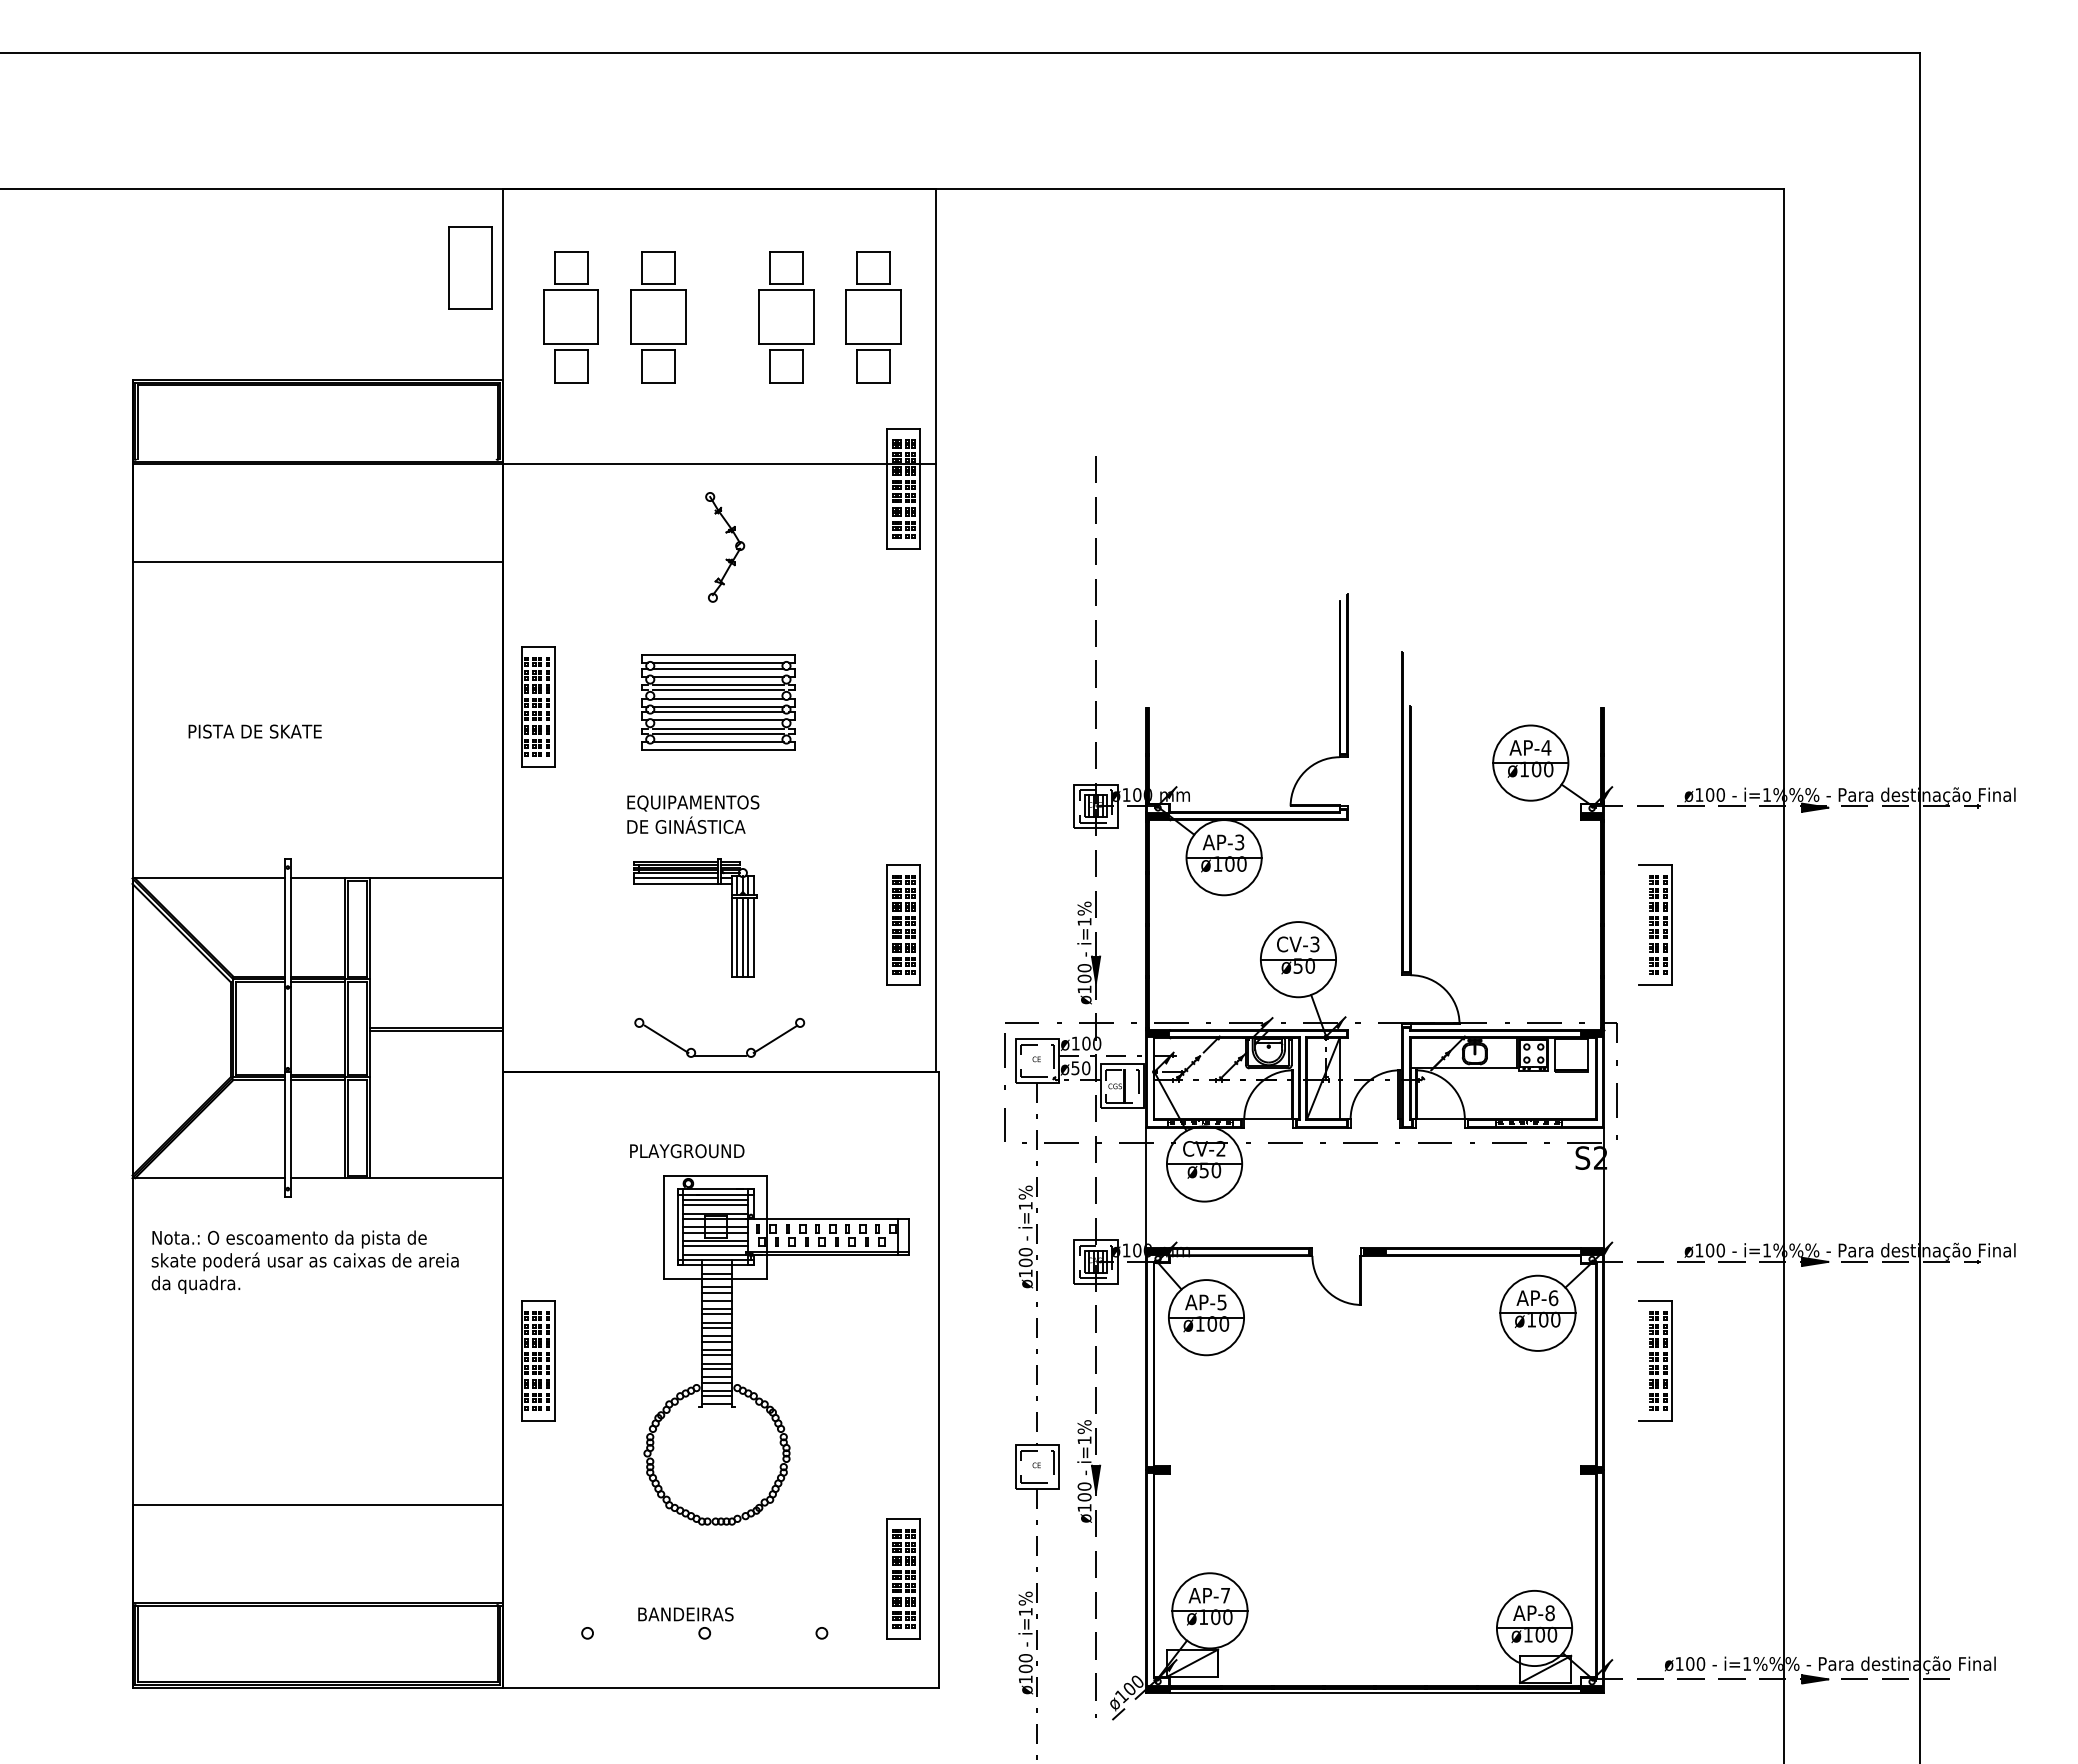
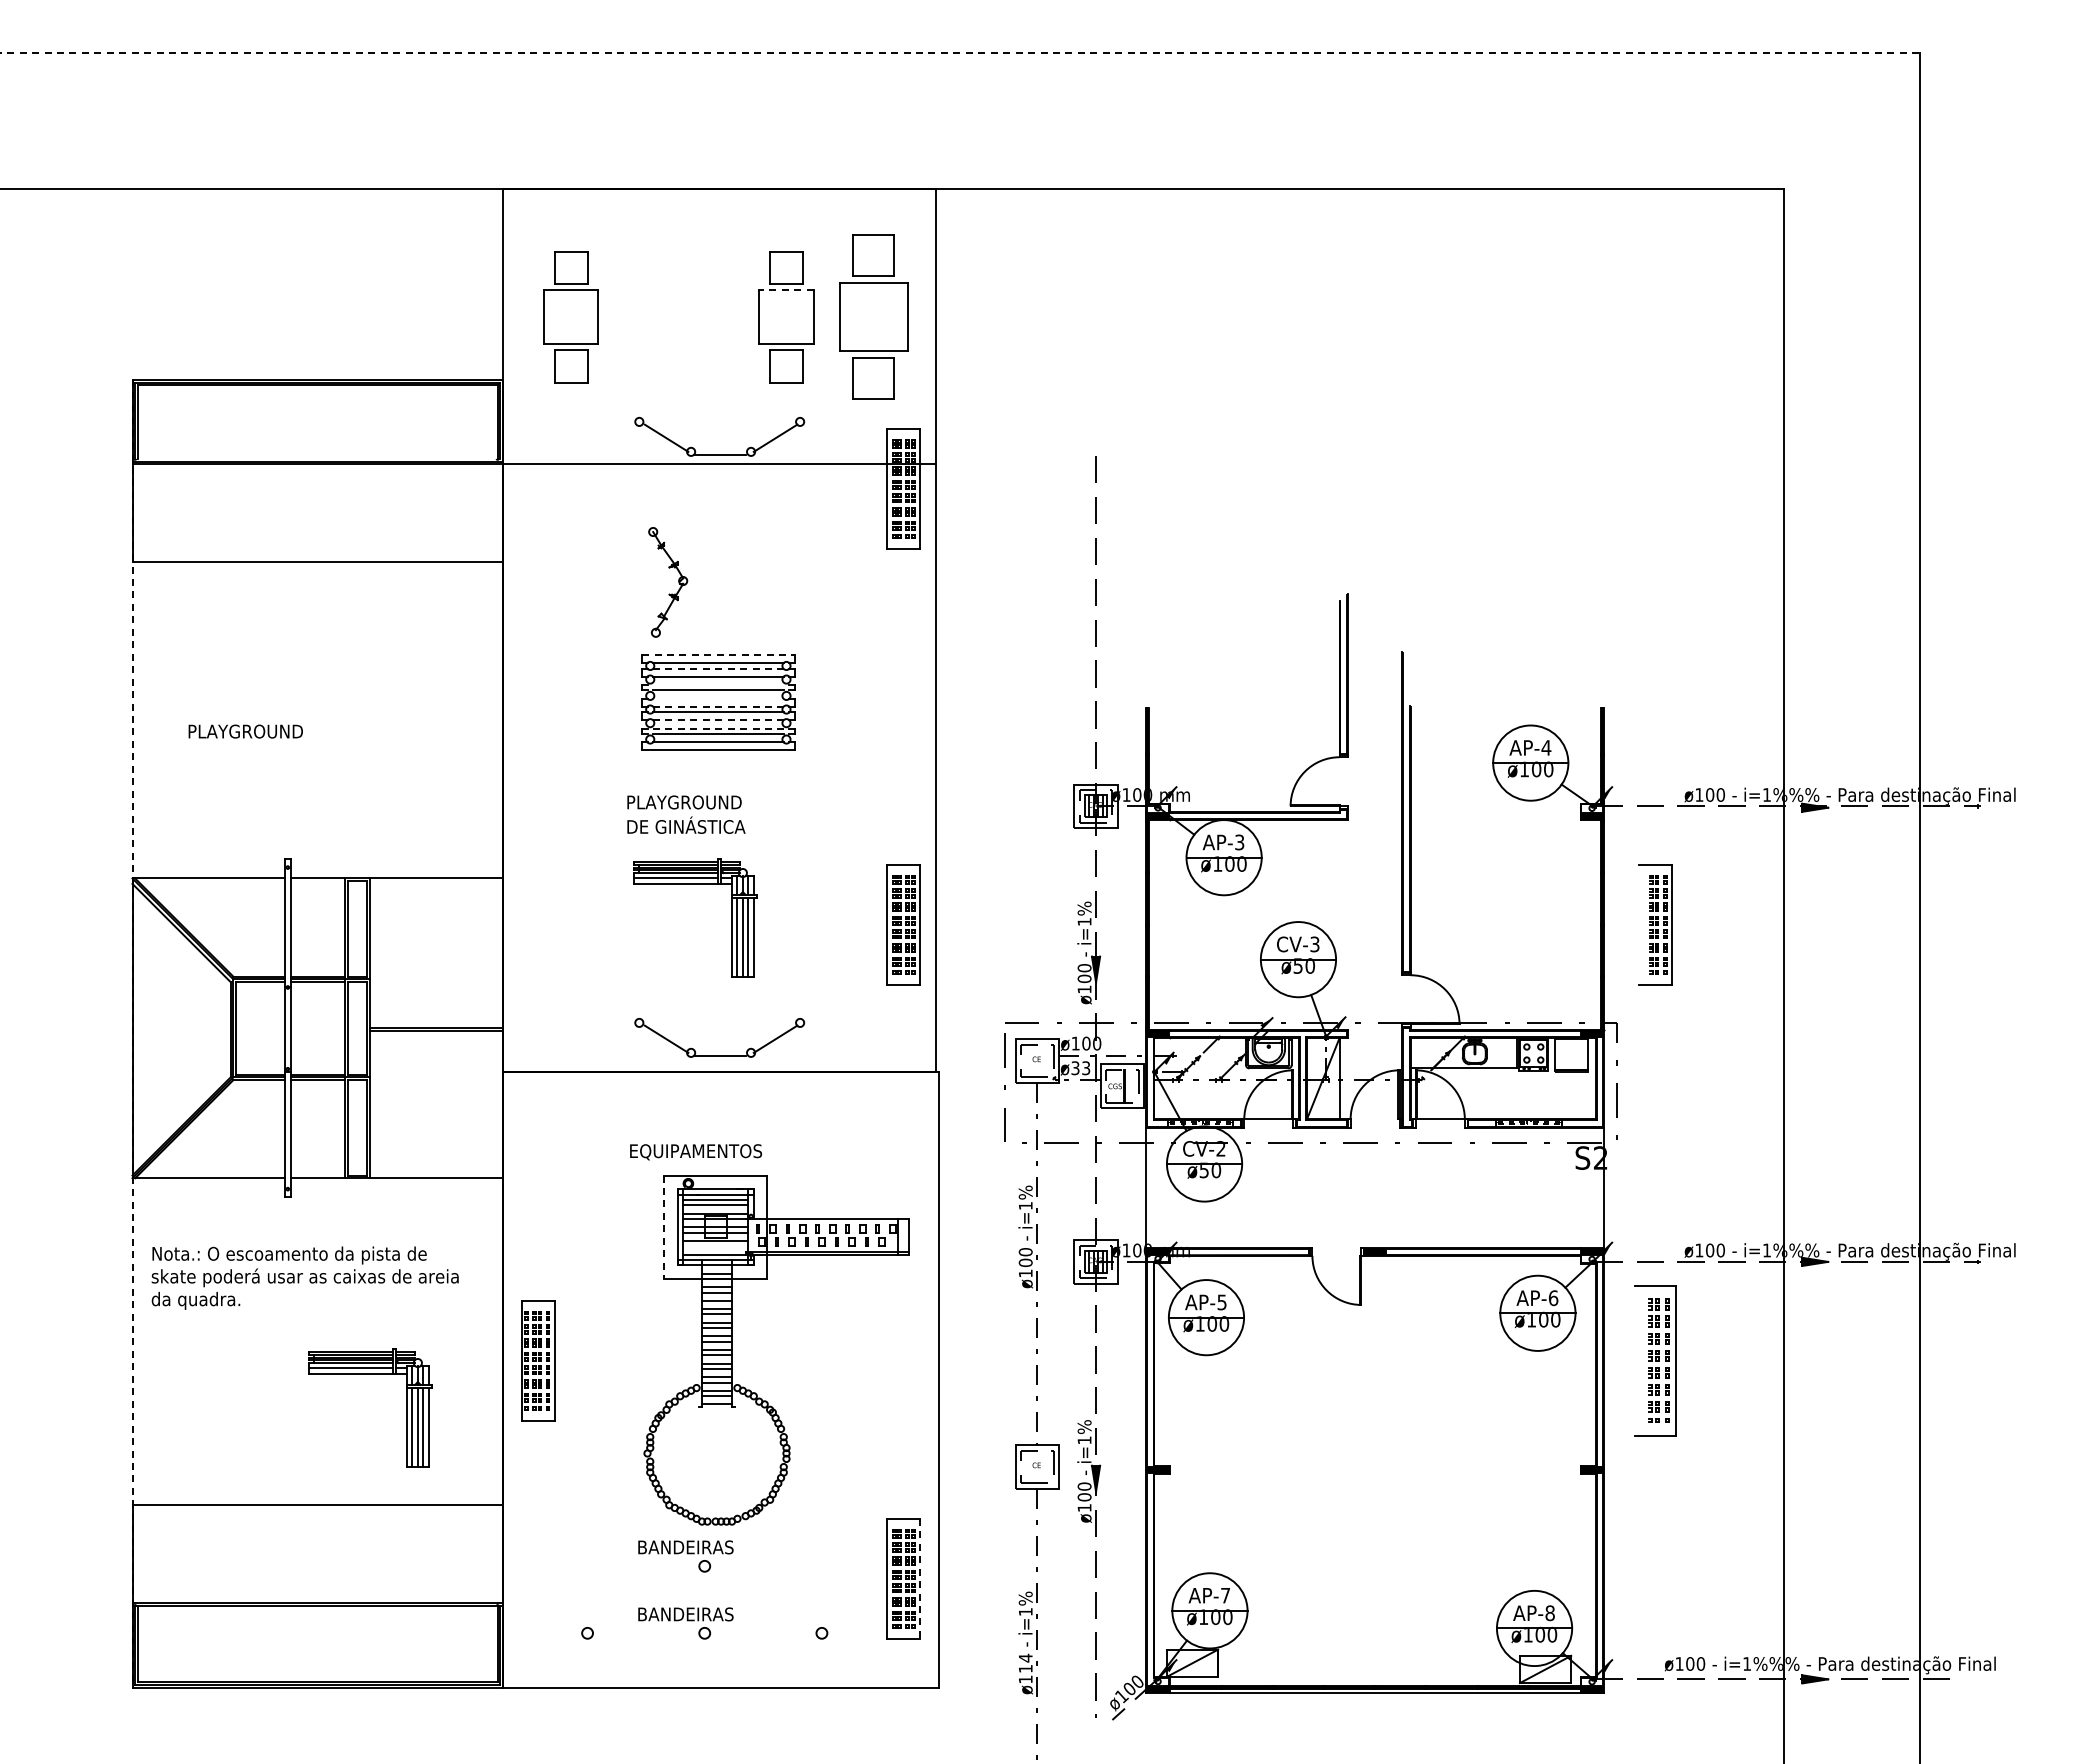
line at (960, 52): solid -> dashed
part at (470, 267): present -> none
line at (786, 289): solid -> dashed
part at (658, 317): present -> none
part at (873, 317) size: 57x133 px -> 70x166 px
part at (719, 454): none -> present
part at (735, 547) position: (735, 547) -> (678, 582)
line at (718, 655): solid -> dashed
line at (718, 668): solid -> dashed
line at (717, 685): present -> none
line at (717, 698): present -> none
part at (538, 706): present -> none
line at (718, 706): solid -> dashed
line at (718, 720): solid -> dashed
line at (718, 728): solid -> dashed
text at (260, 731): PISTA DE SKATE -> PLAYGROUND
text at (694, 803): EQUIPAMENTOS -> PLAYGROUND
line at (132, 1033): solid -> dashed
text at (1080, 1068): ø50 -> ø33
text at (696, 1152): PLAYGROUND -> EQUIPAMENTOS
line at (663, 1227): solid -> dashed
line at (715, 1246): present -> none
text at (304, 1261) position: (304, 1261) -> (304, 1277)
part at (1655, 1360) size: 35x122 px -> 43x152 px
part at (370, 1374): none -> present
part at (685, 1556): none -> present
line at (920, 1578): solid -> dashed
text at (1025, 1663): ø100 -> ø114
